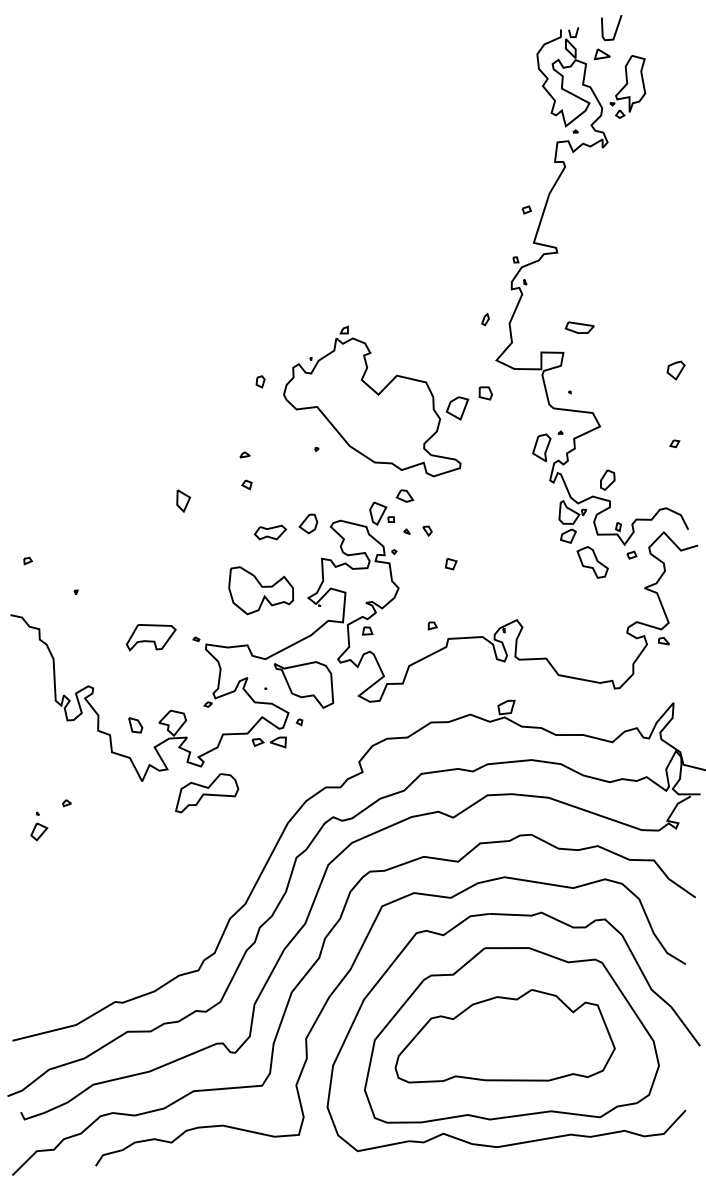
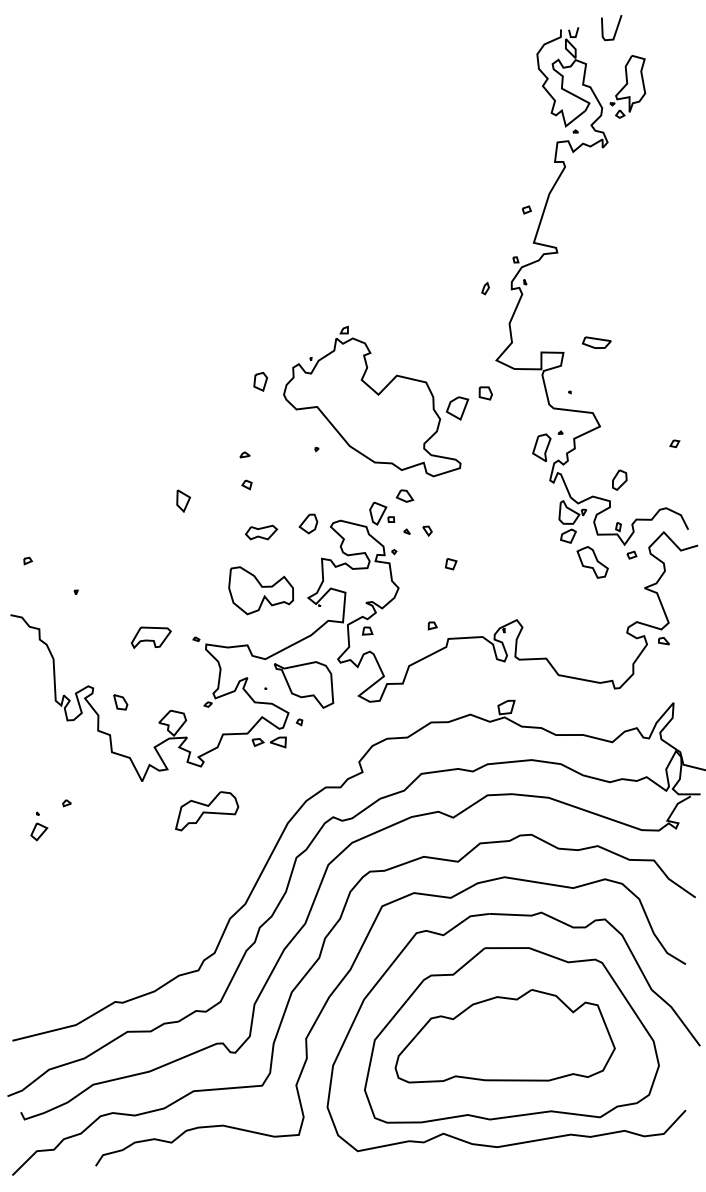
part at (601, 54): present -> none
part at (485, 319) position: (485, 319) -> (485, 288)
part at (579, 327) position: (579, 327) -> (596, 342)
part at (675, 370): present -> none
part at (260, 381) size: 11x14 px -> 15x21 px
part at (607, 479) position: (607, 479) -> (619, 479)
part at (270, 532) position: (270, 532) -> (261, 532)
part at (151, 637) size: 51x28 px -> 42x24 px
part at (135, 725) position: (135, 725) -> (120, 702)
part at (207, 793) position: (207, 793) -> (207, 811)
